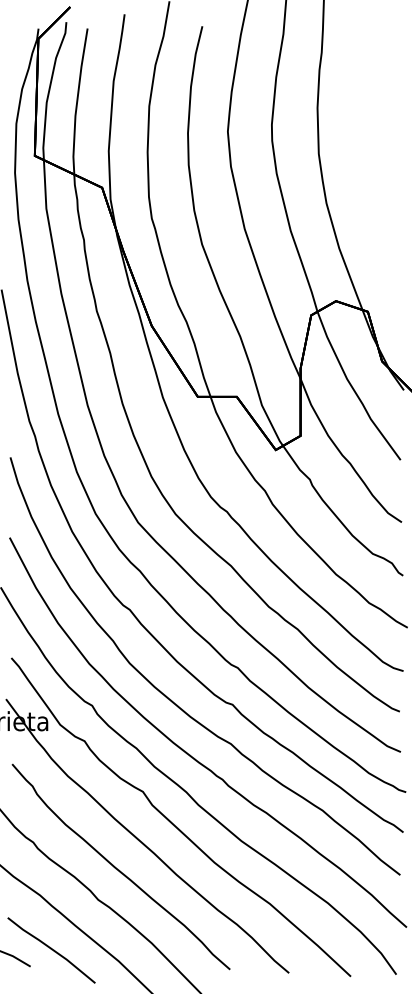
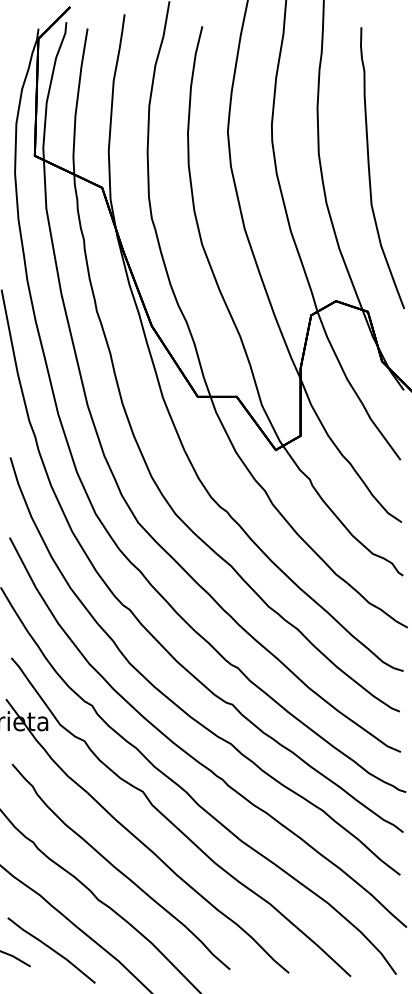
curve at (370, 171): none -> present
